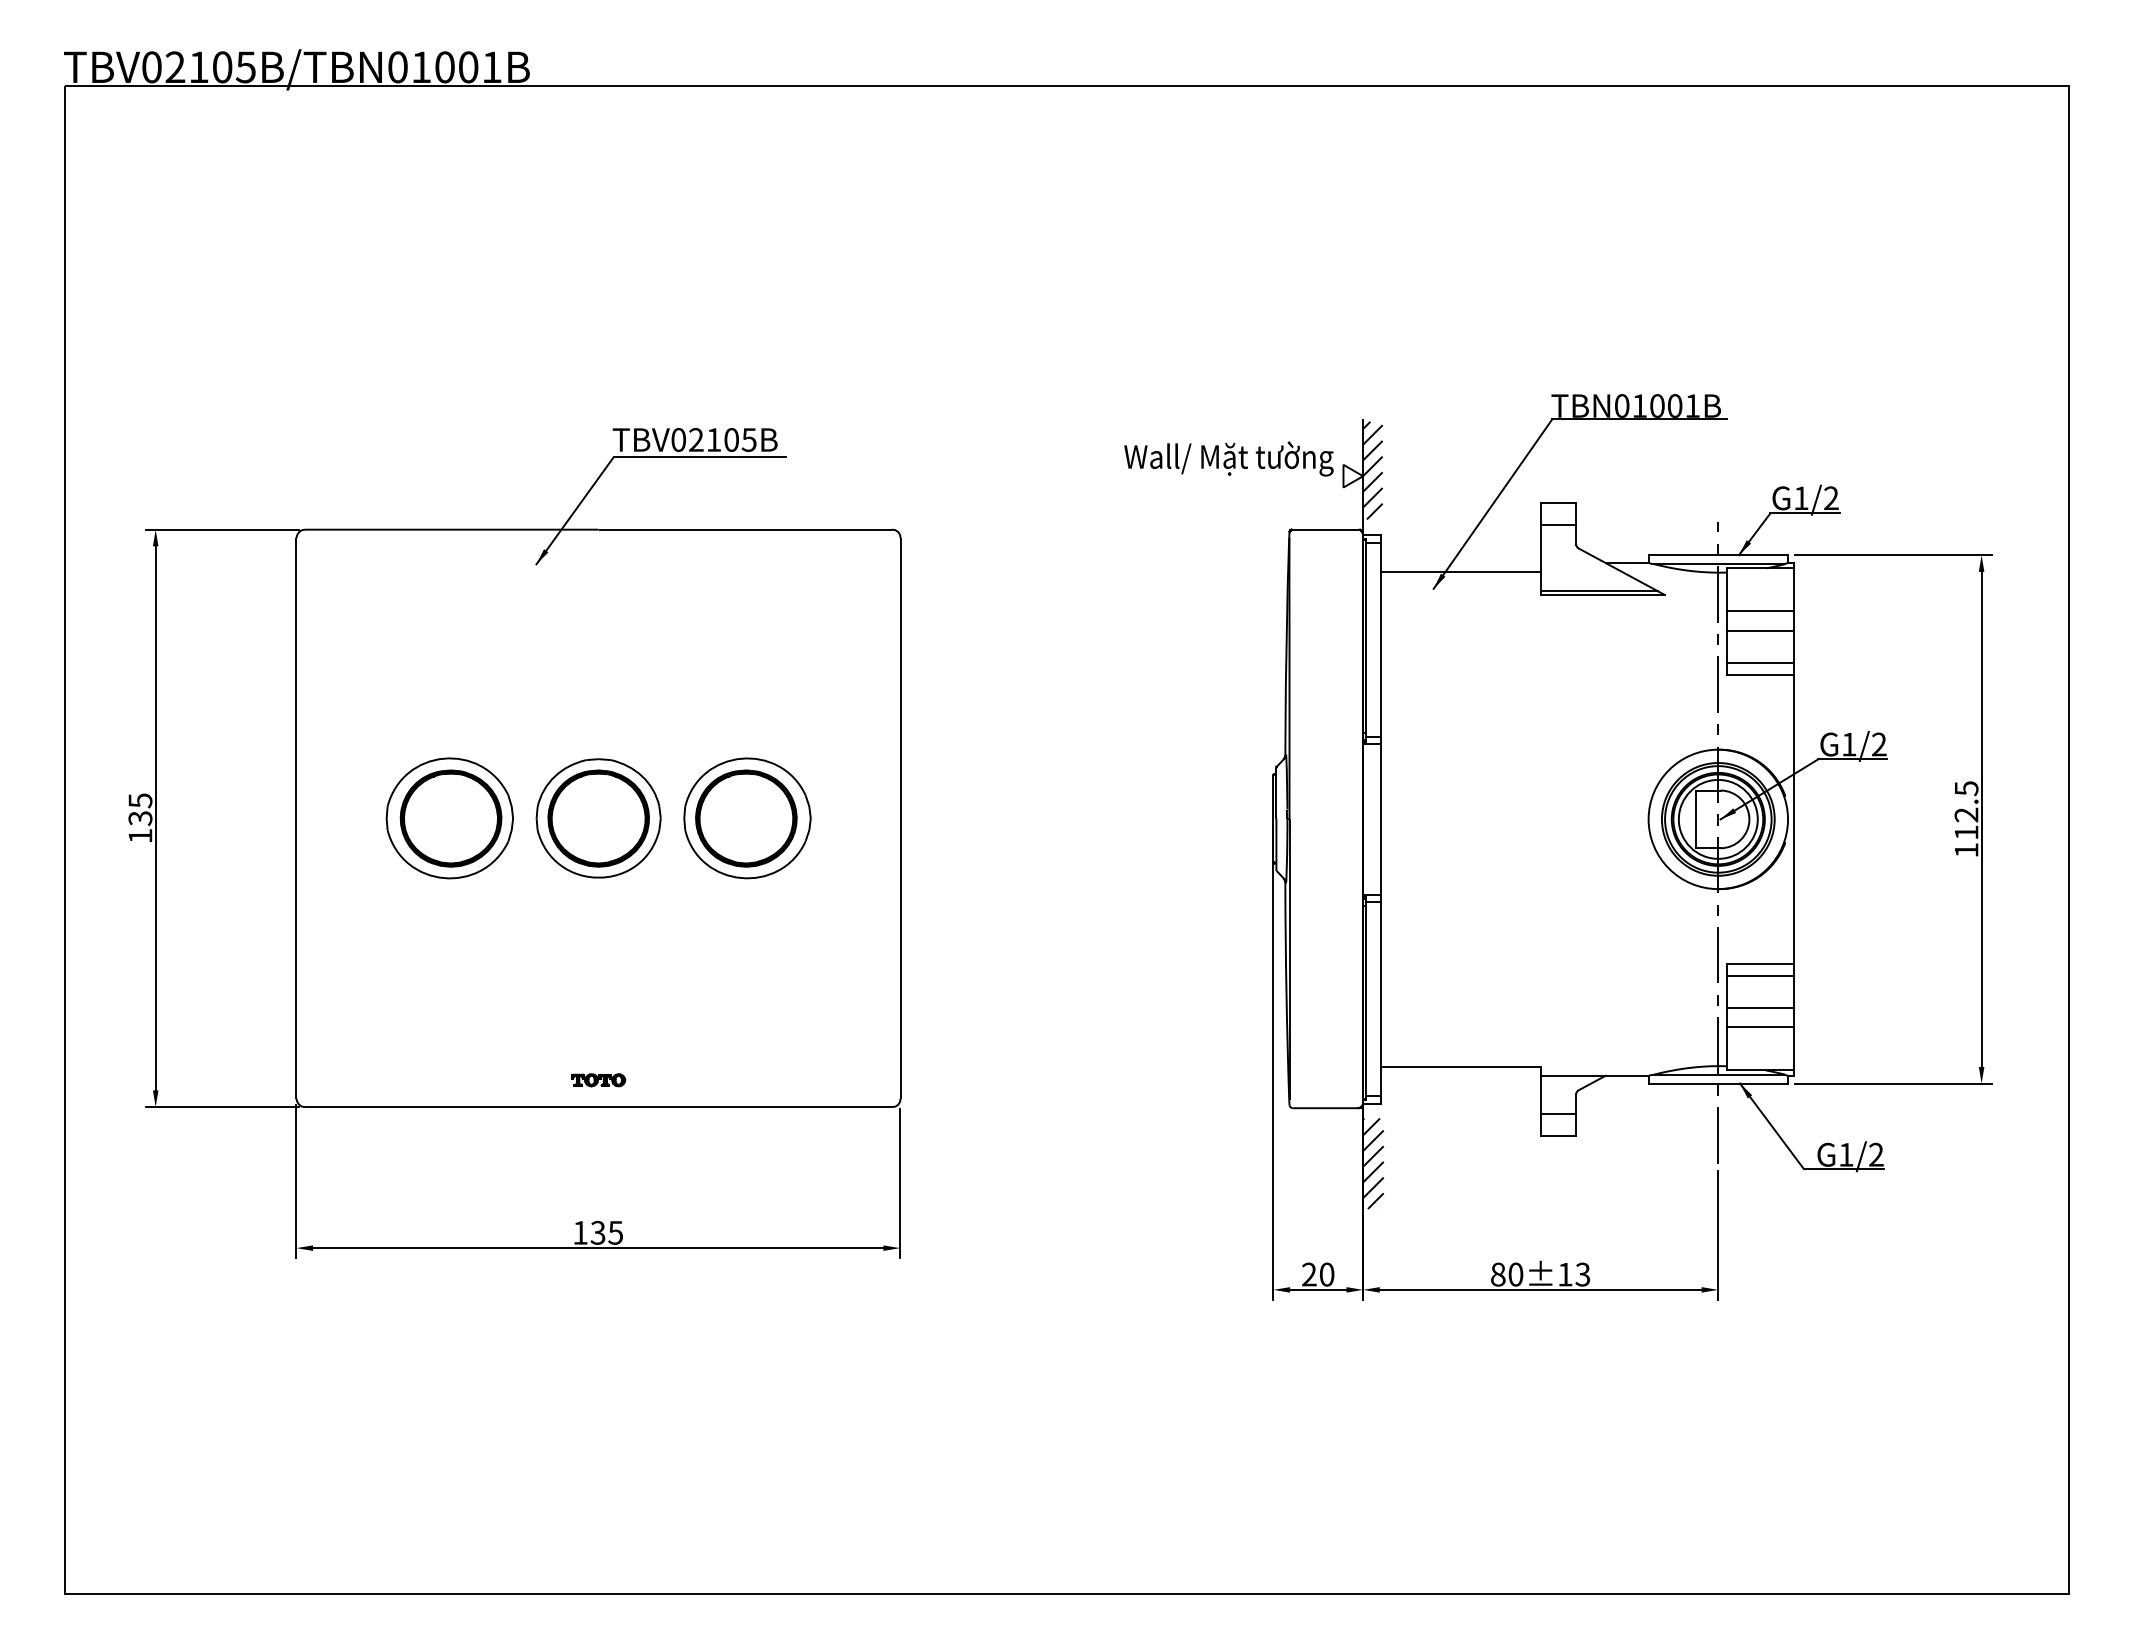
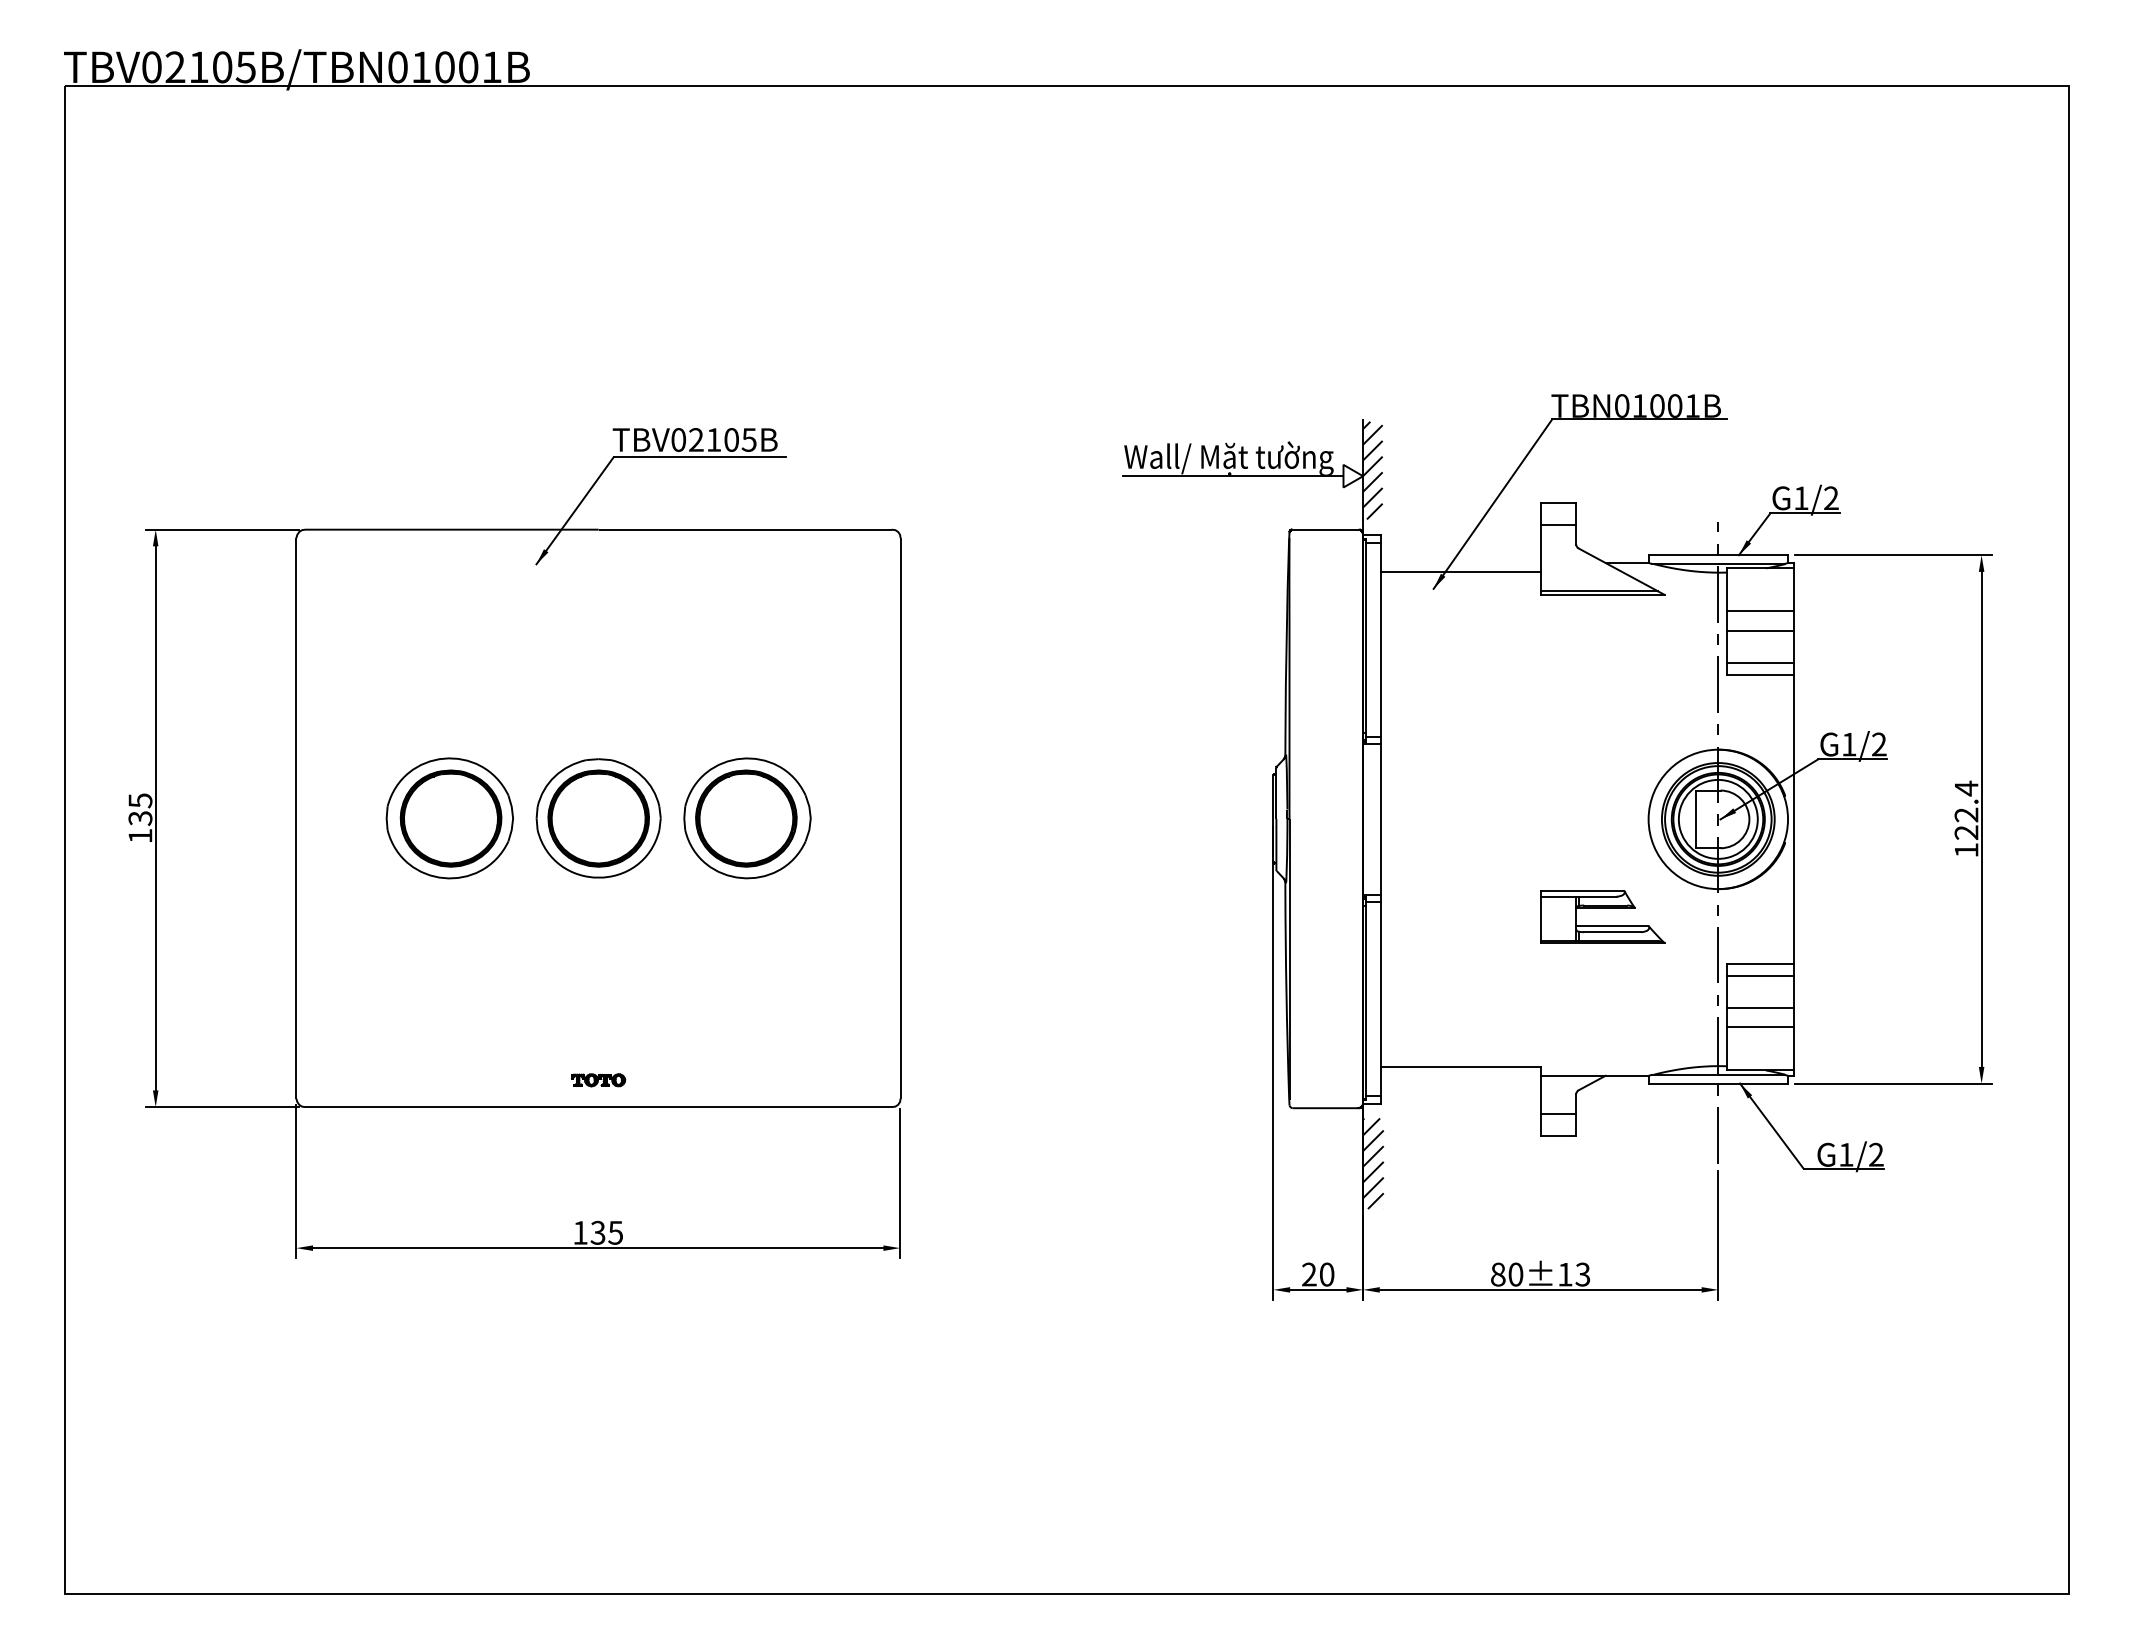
line at (1233, 476): none -> present
text at (1966, 809): 112.5 -> 122.4
part at (1602, 908): none -> present
